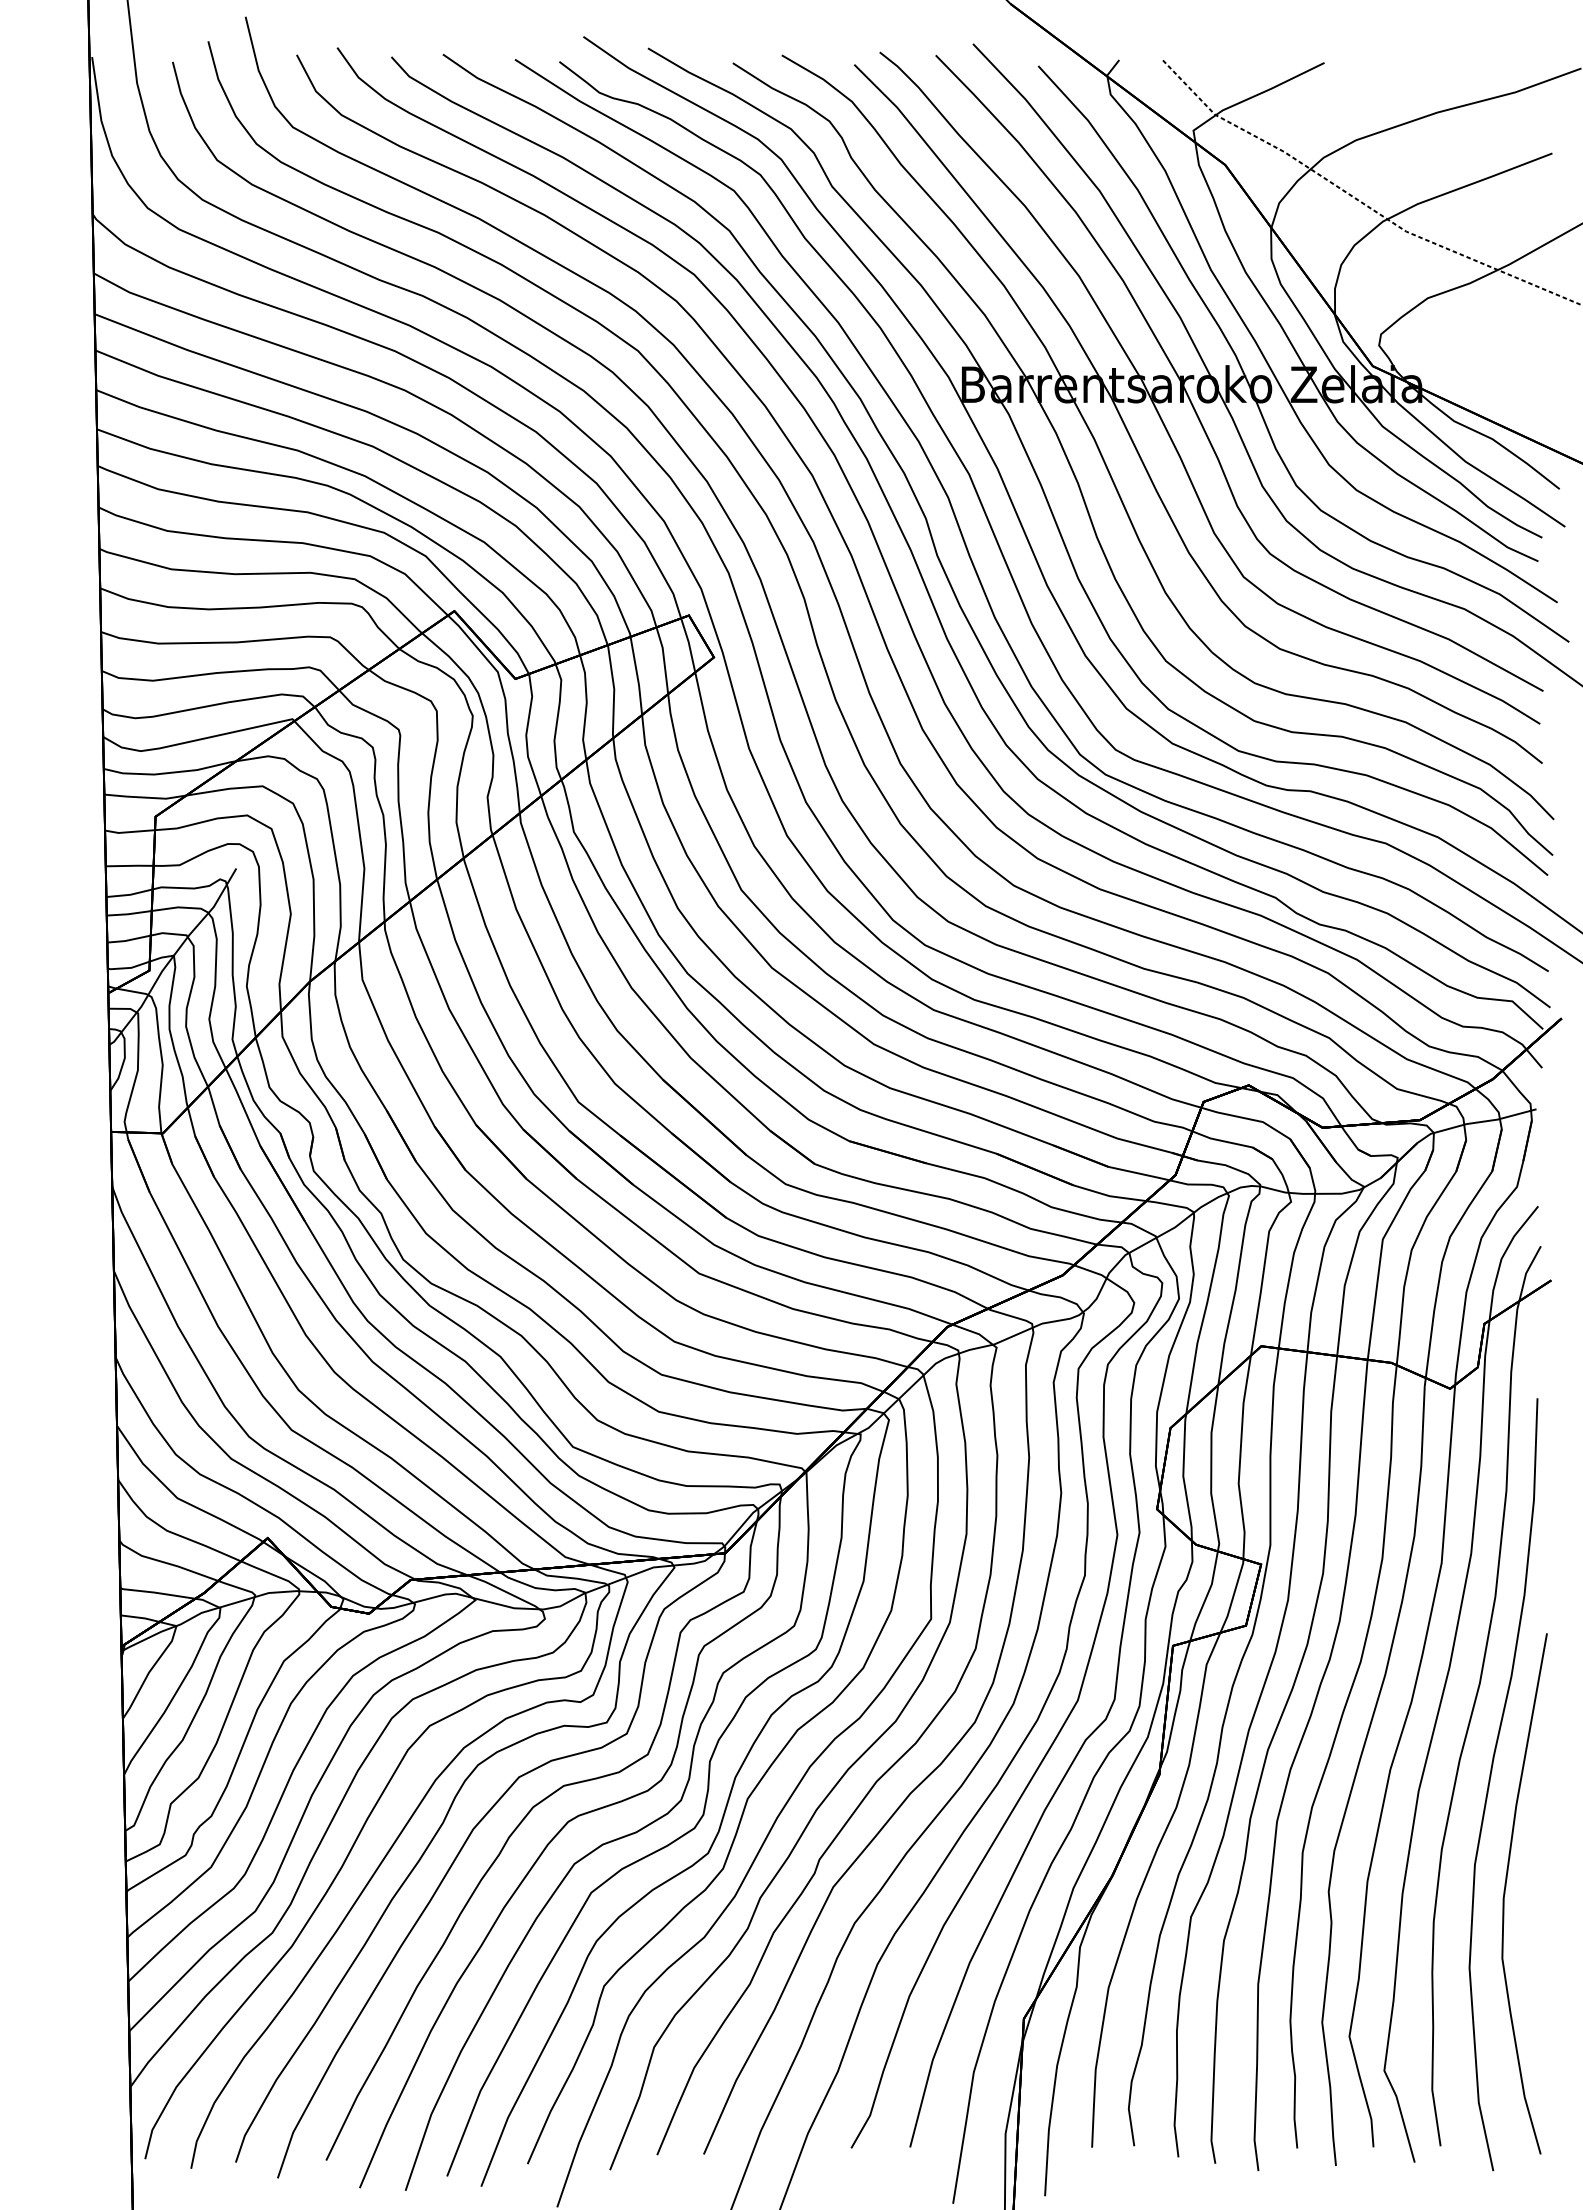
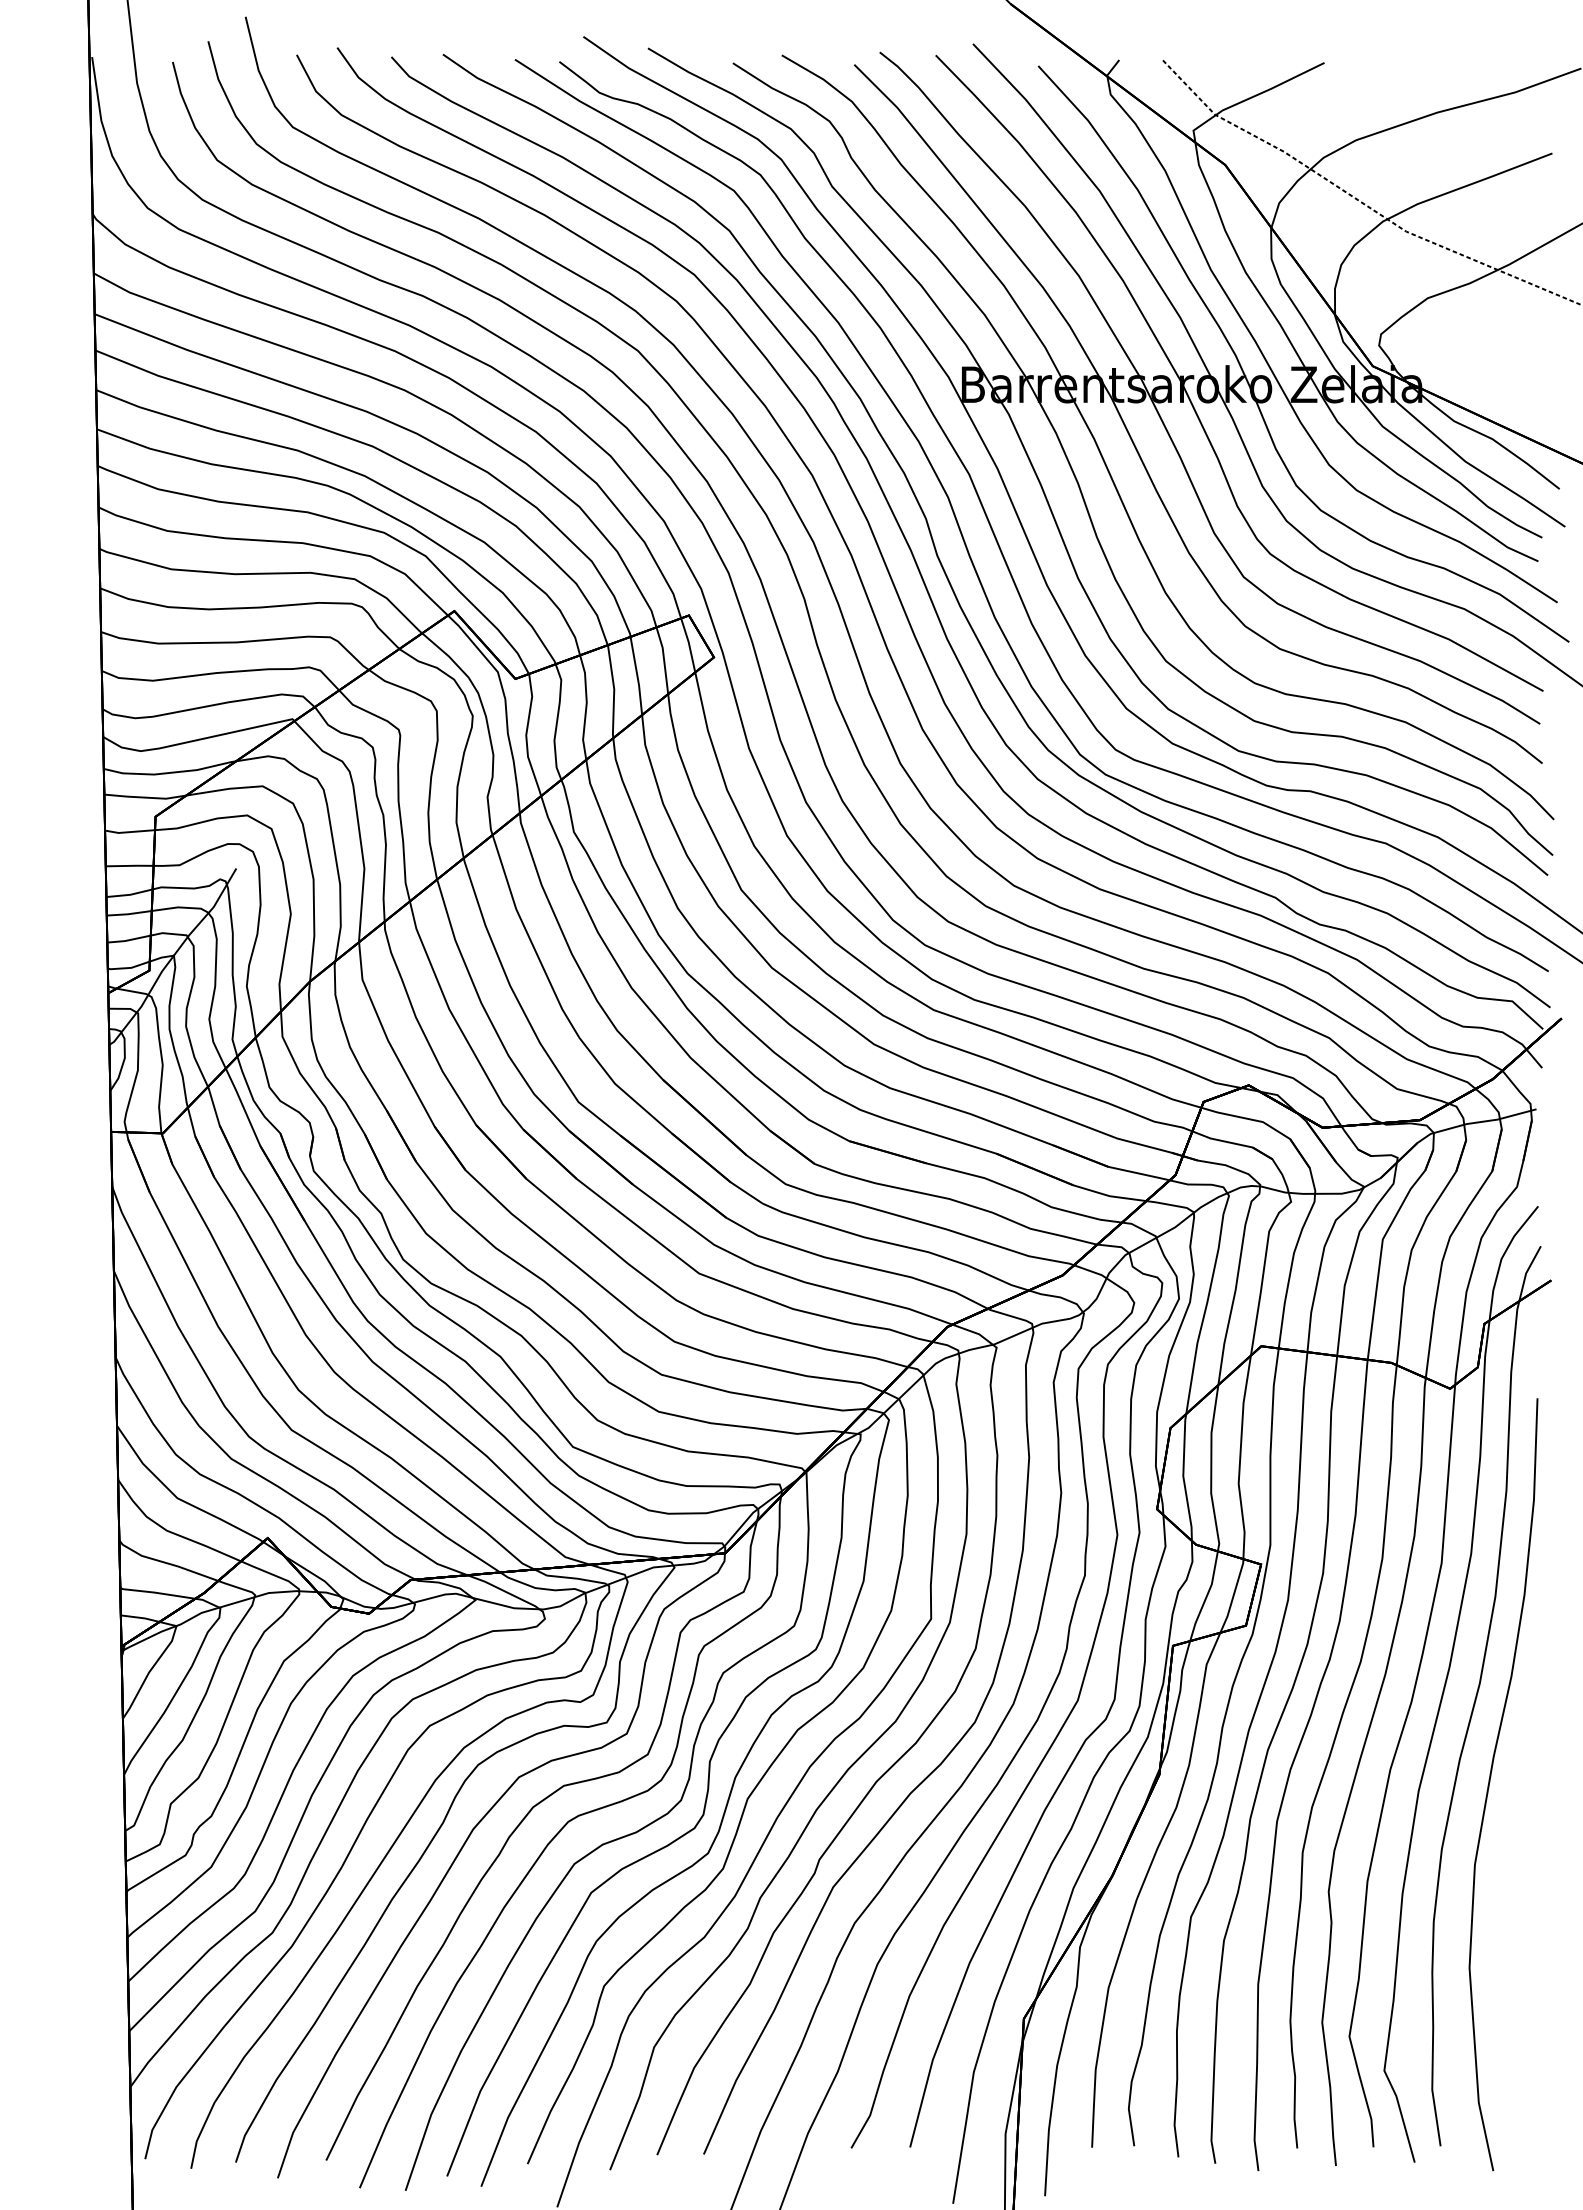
curve at (1506, 1887): present -> none
